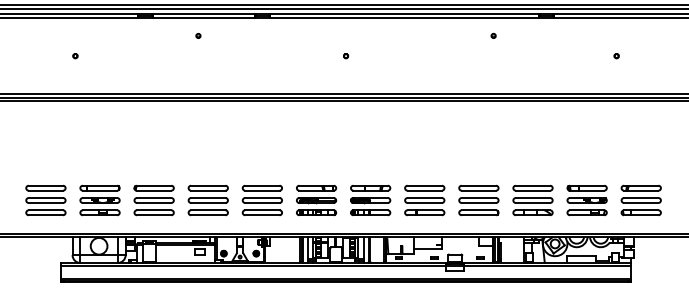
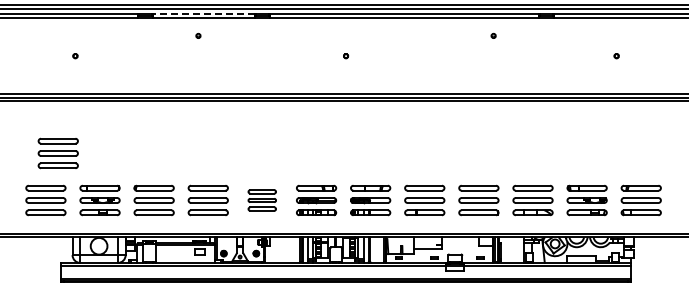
line at (203, 13): solid -> dashed
part at (57, 153): none -> present
part at (261, 200) size: 42x33 px -> 30x23 px
